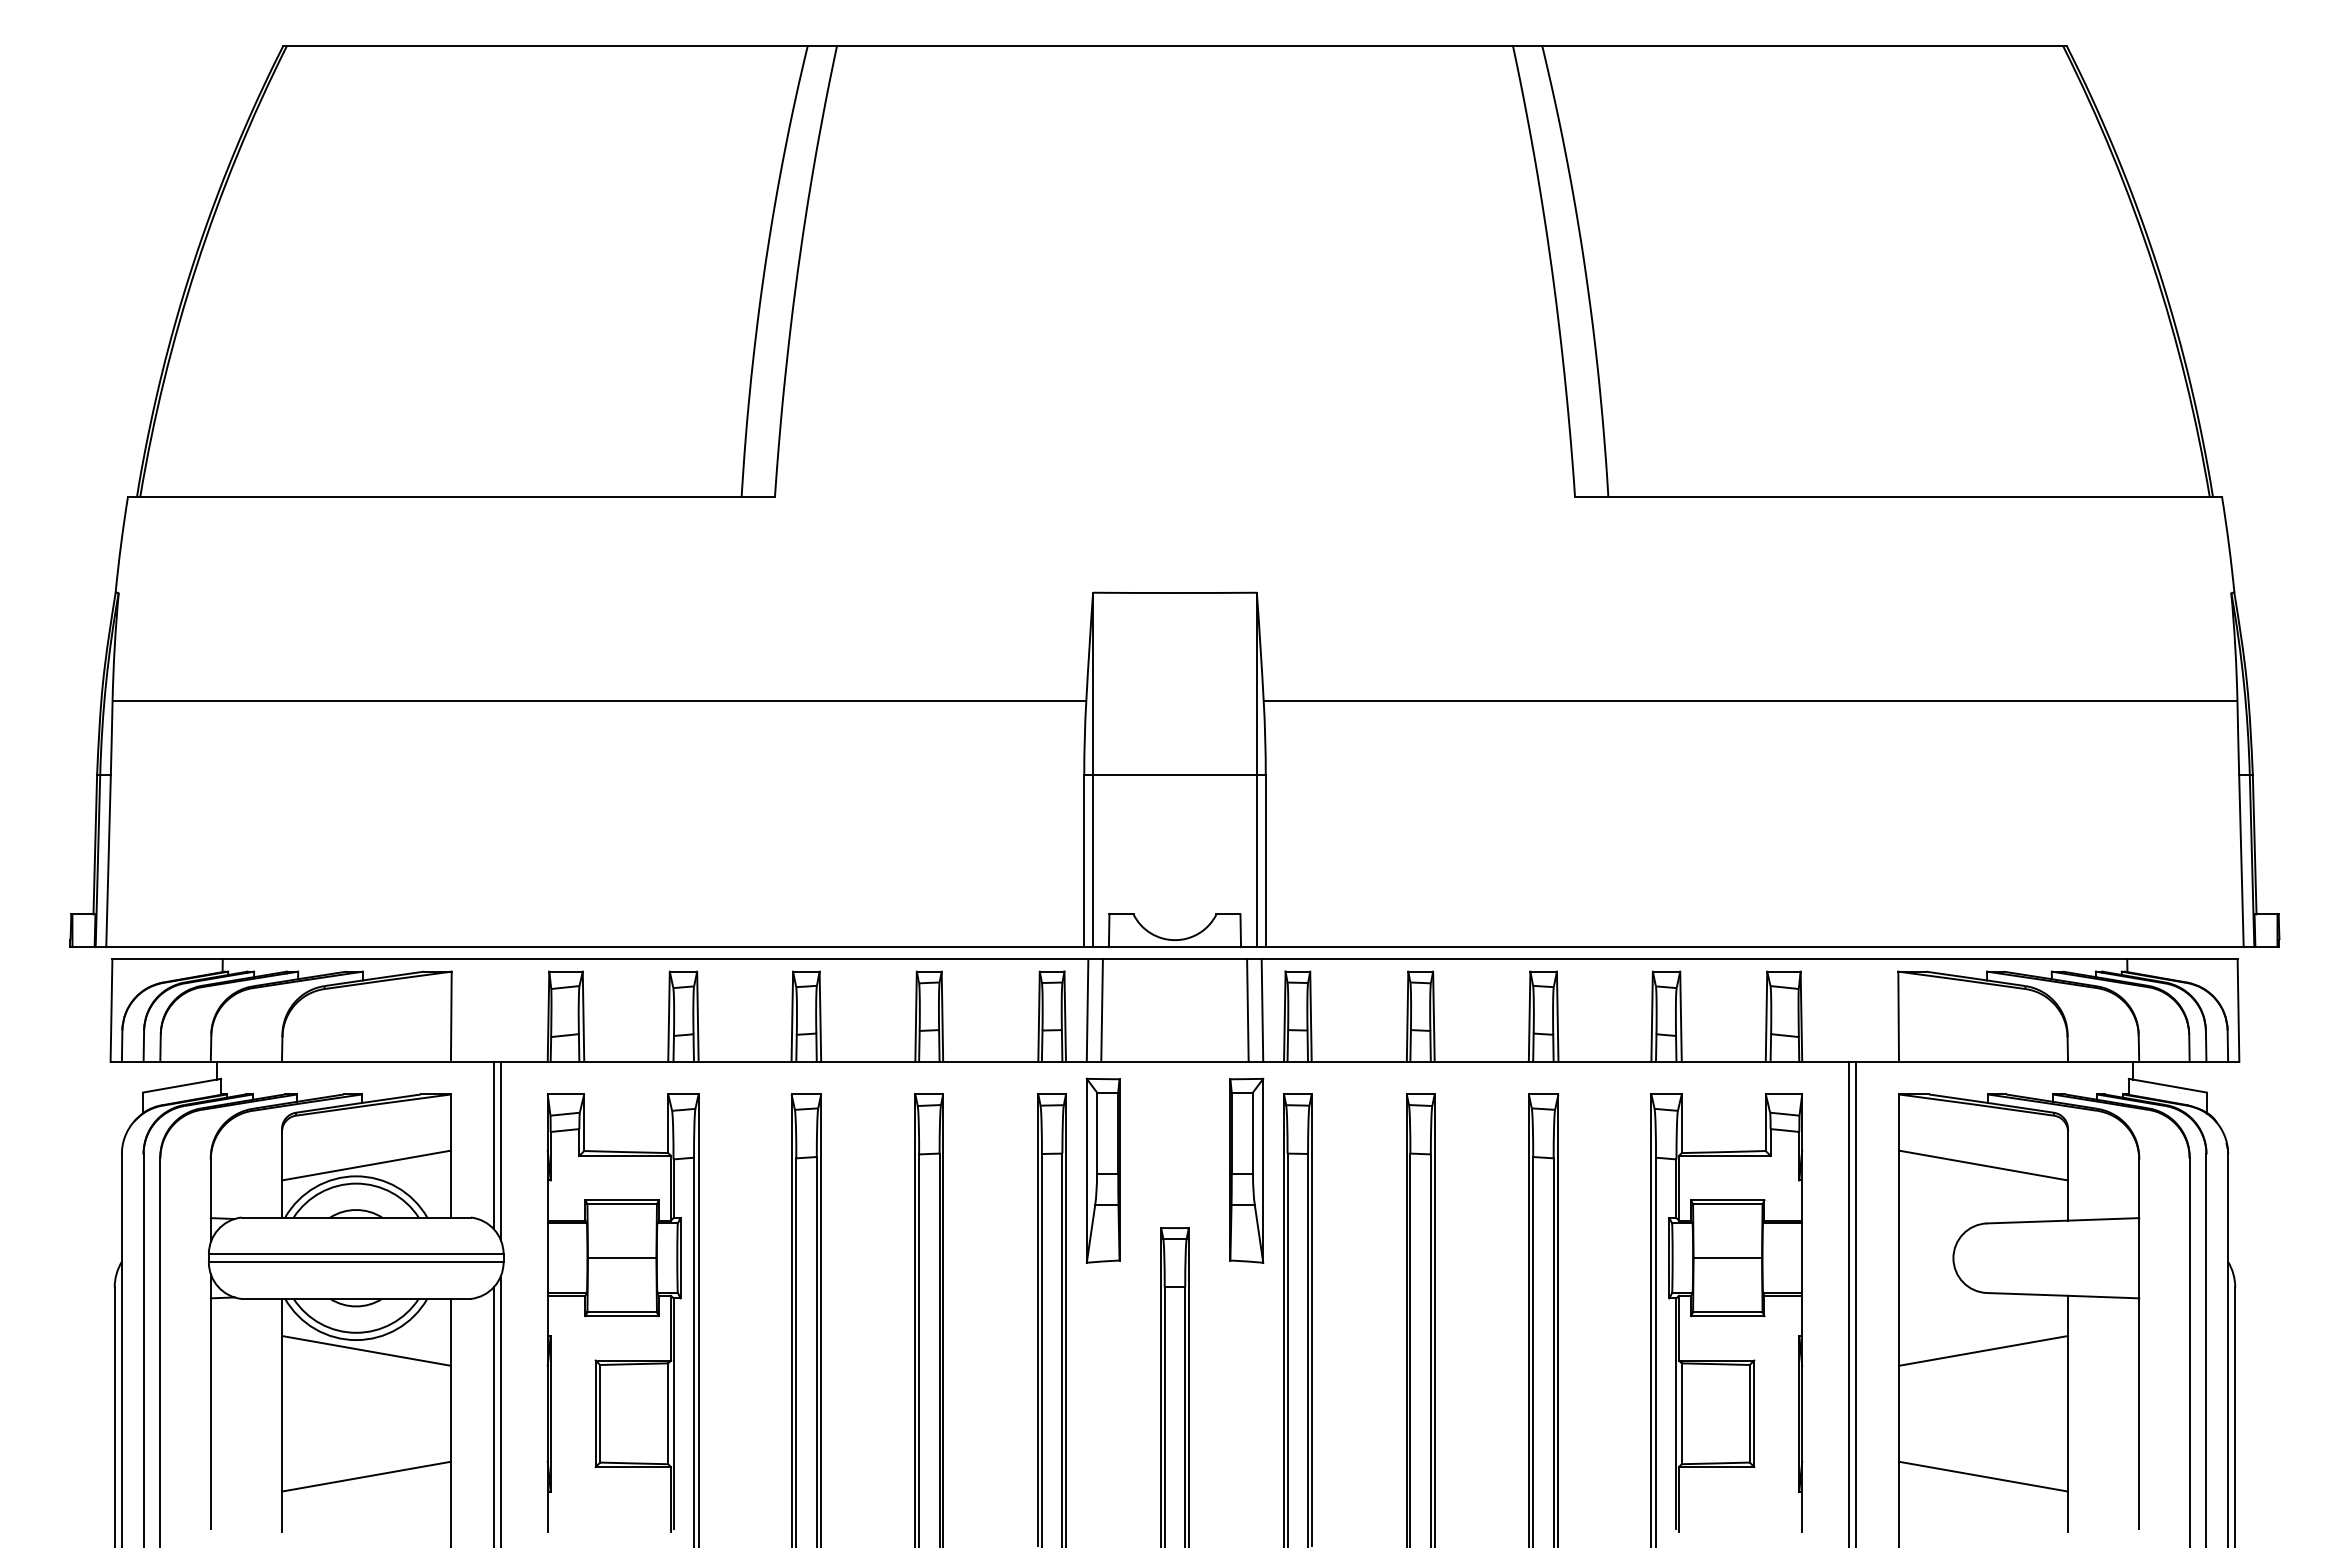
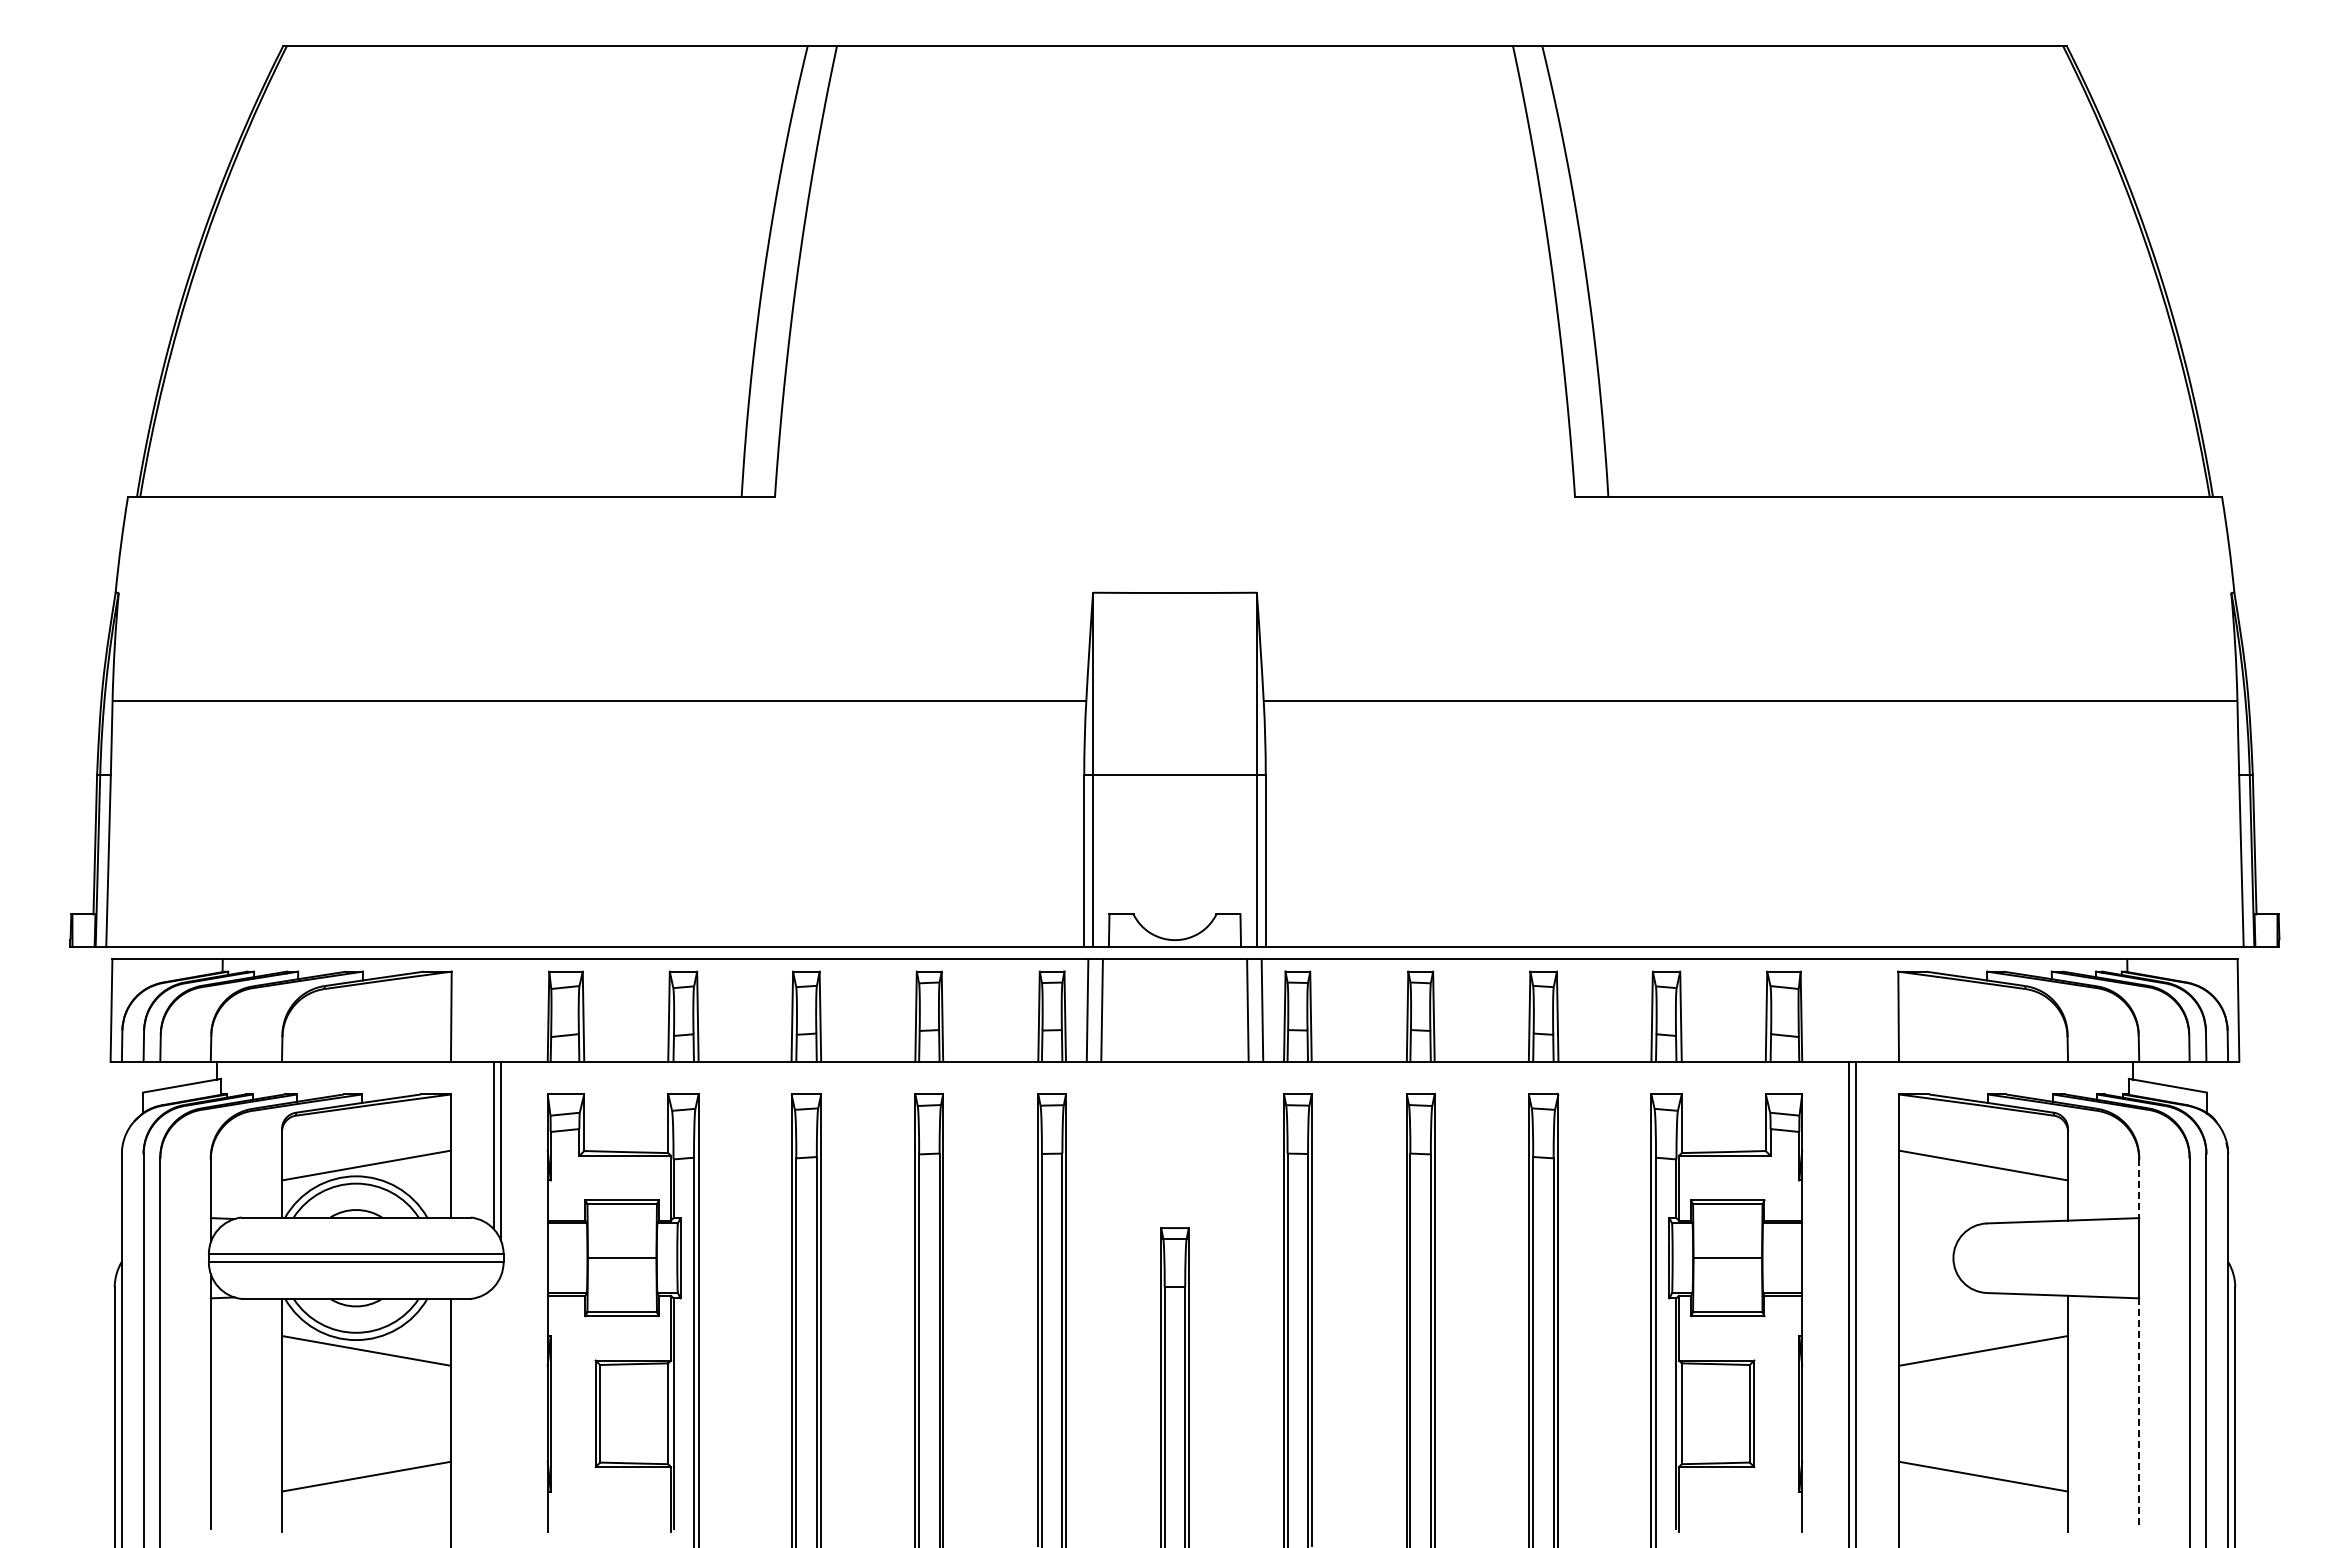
part at (1102, 1170): present -> none
part at (1246, 1170): present -> none
line at (2139, 1189): solid -> dashed
line at (501, 1409): present -> none
line at (2139, 1414): solid -> dashed
line at (494, 1415): present -> none
